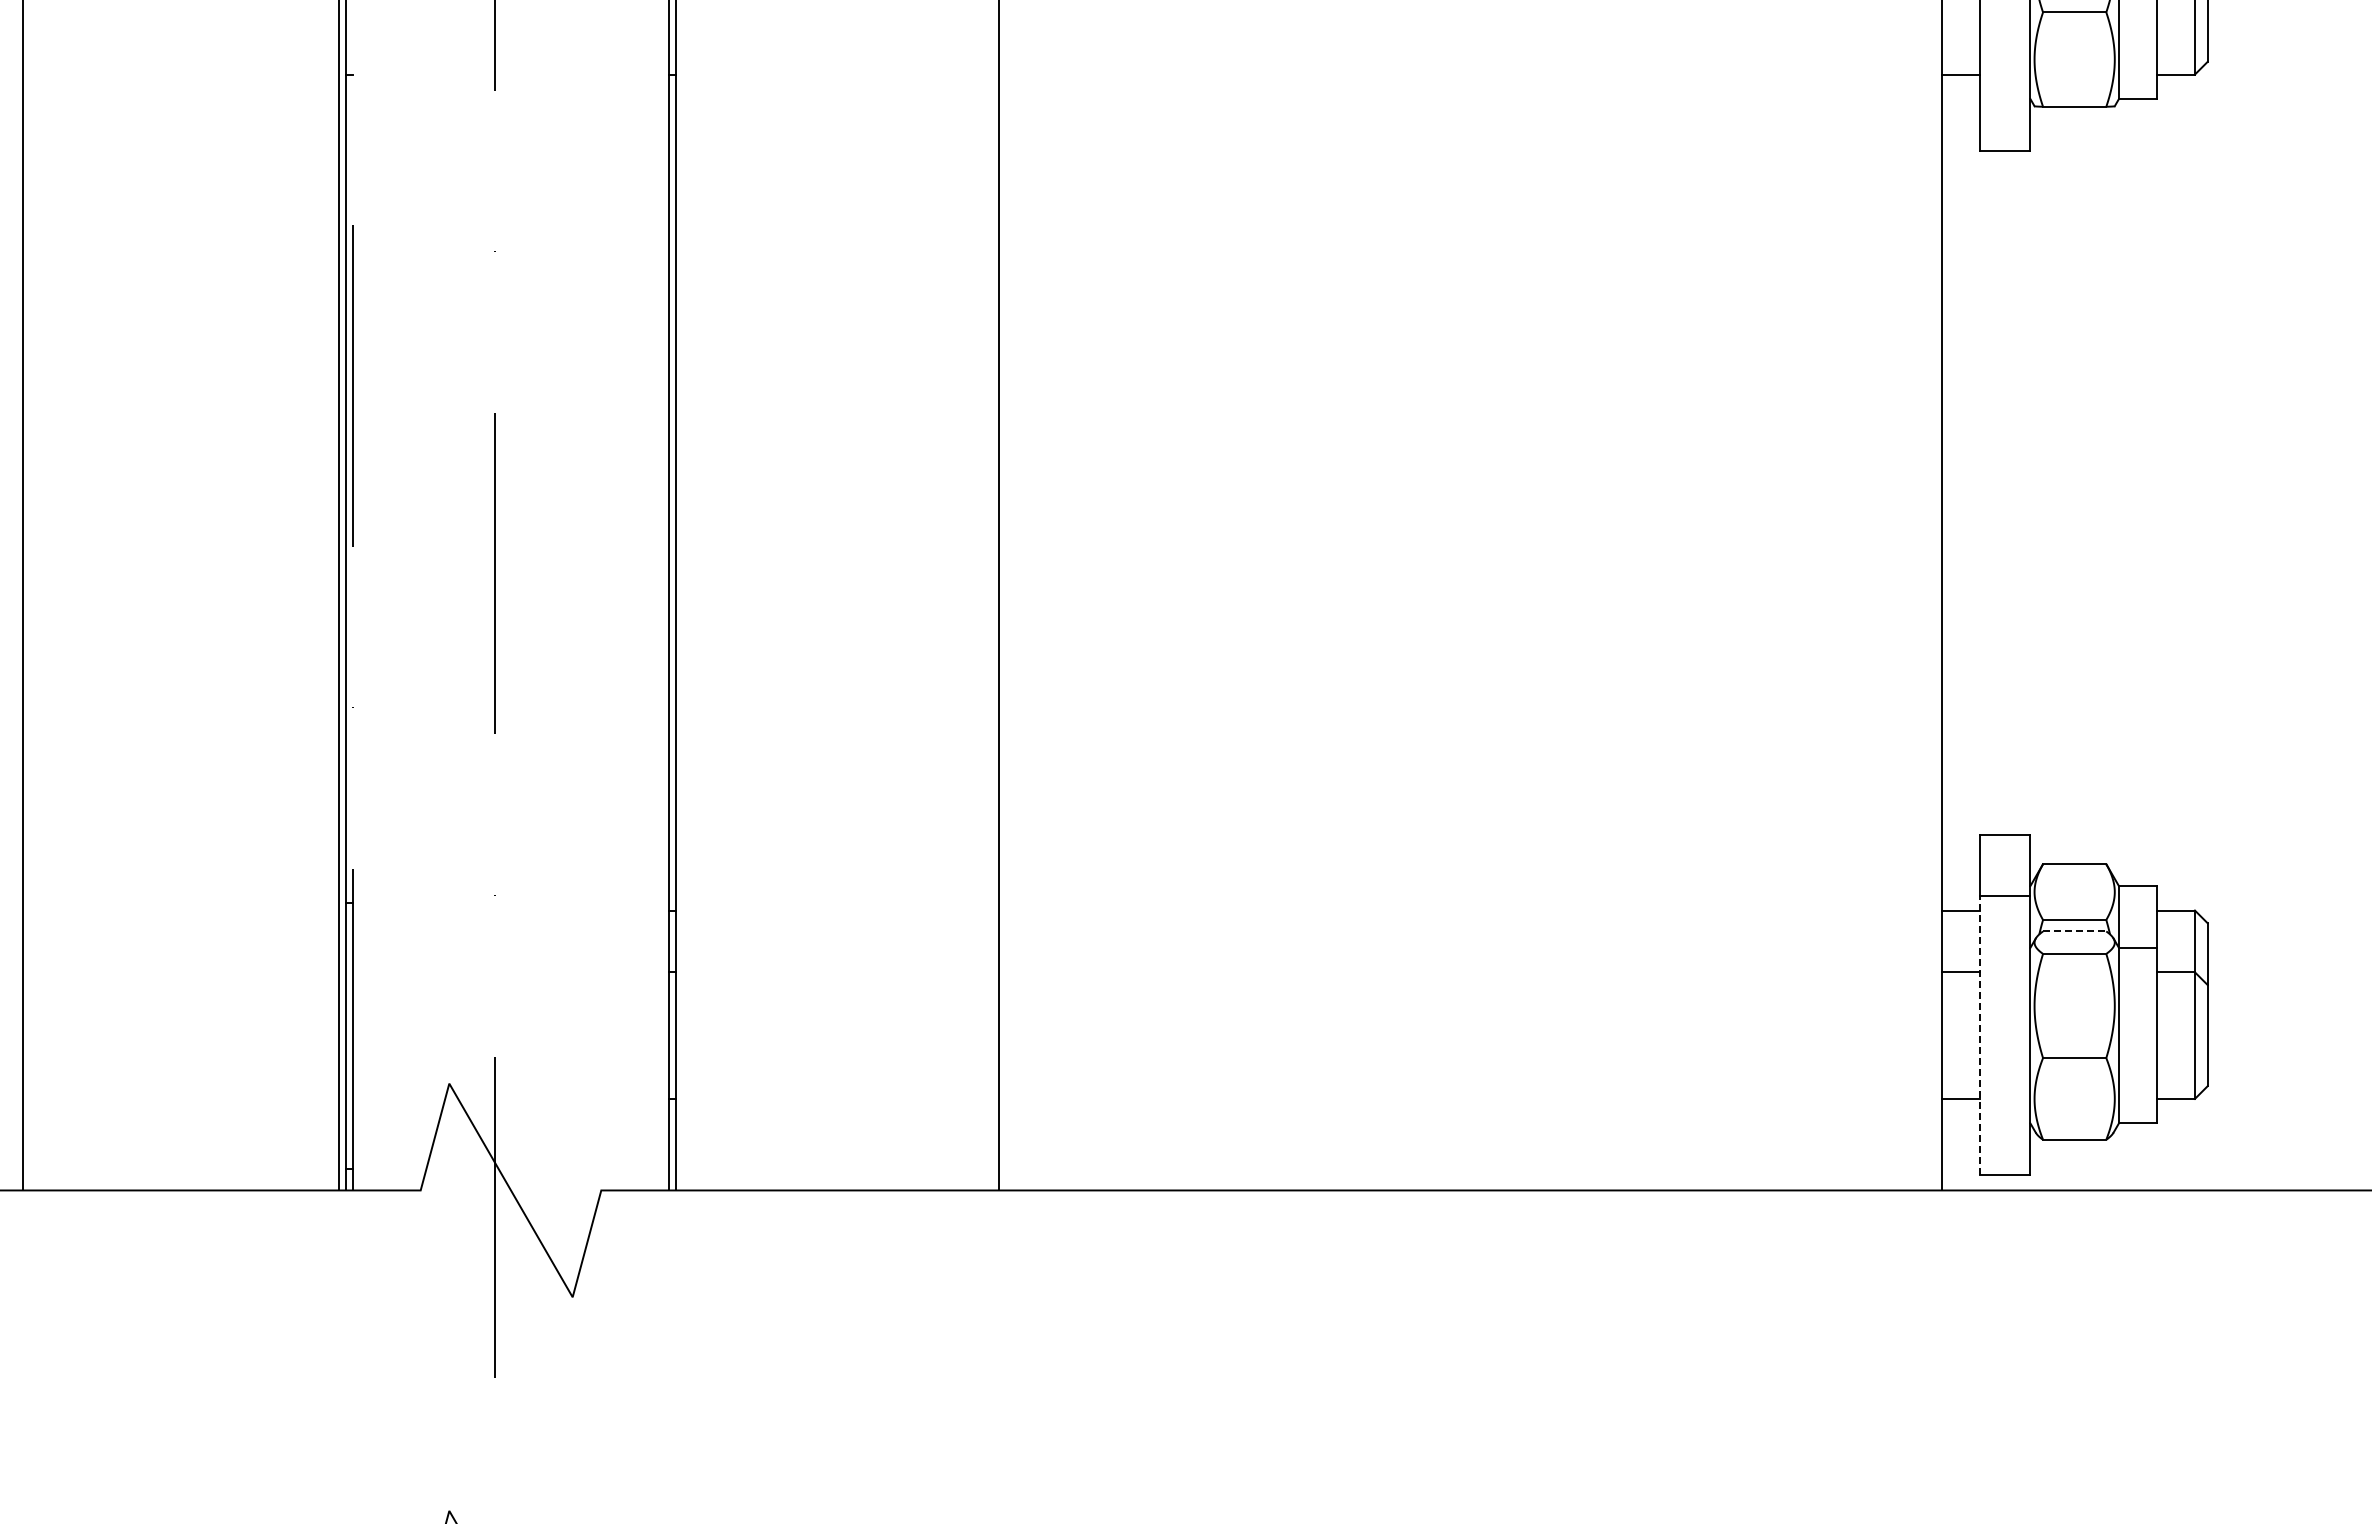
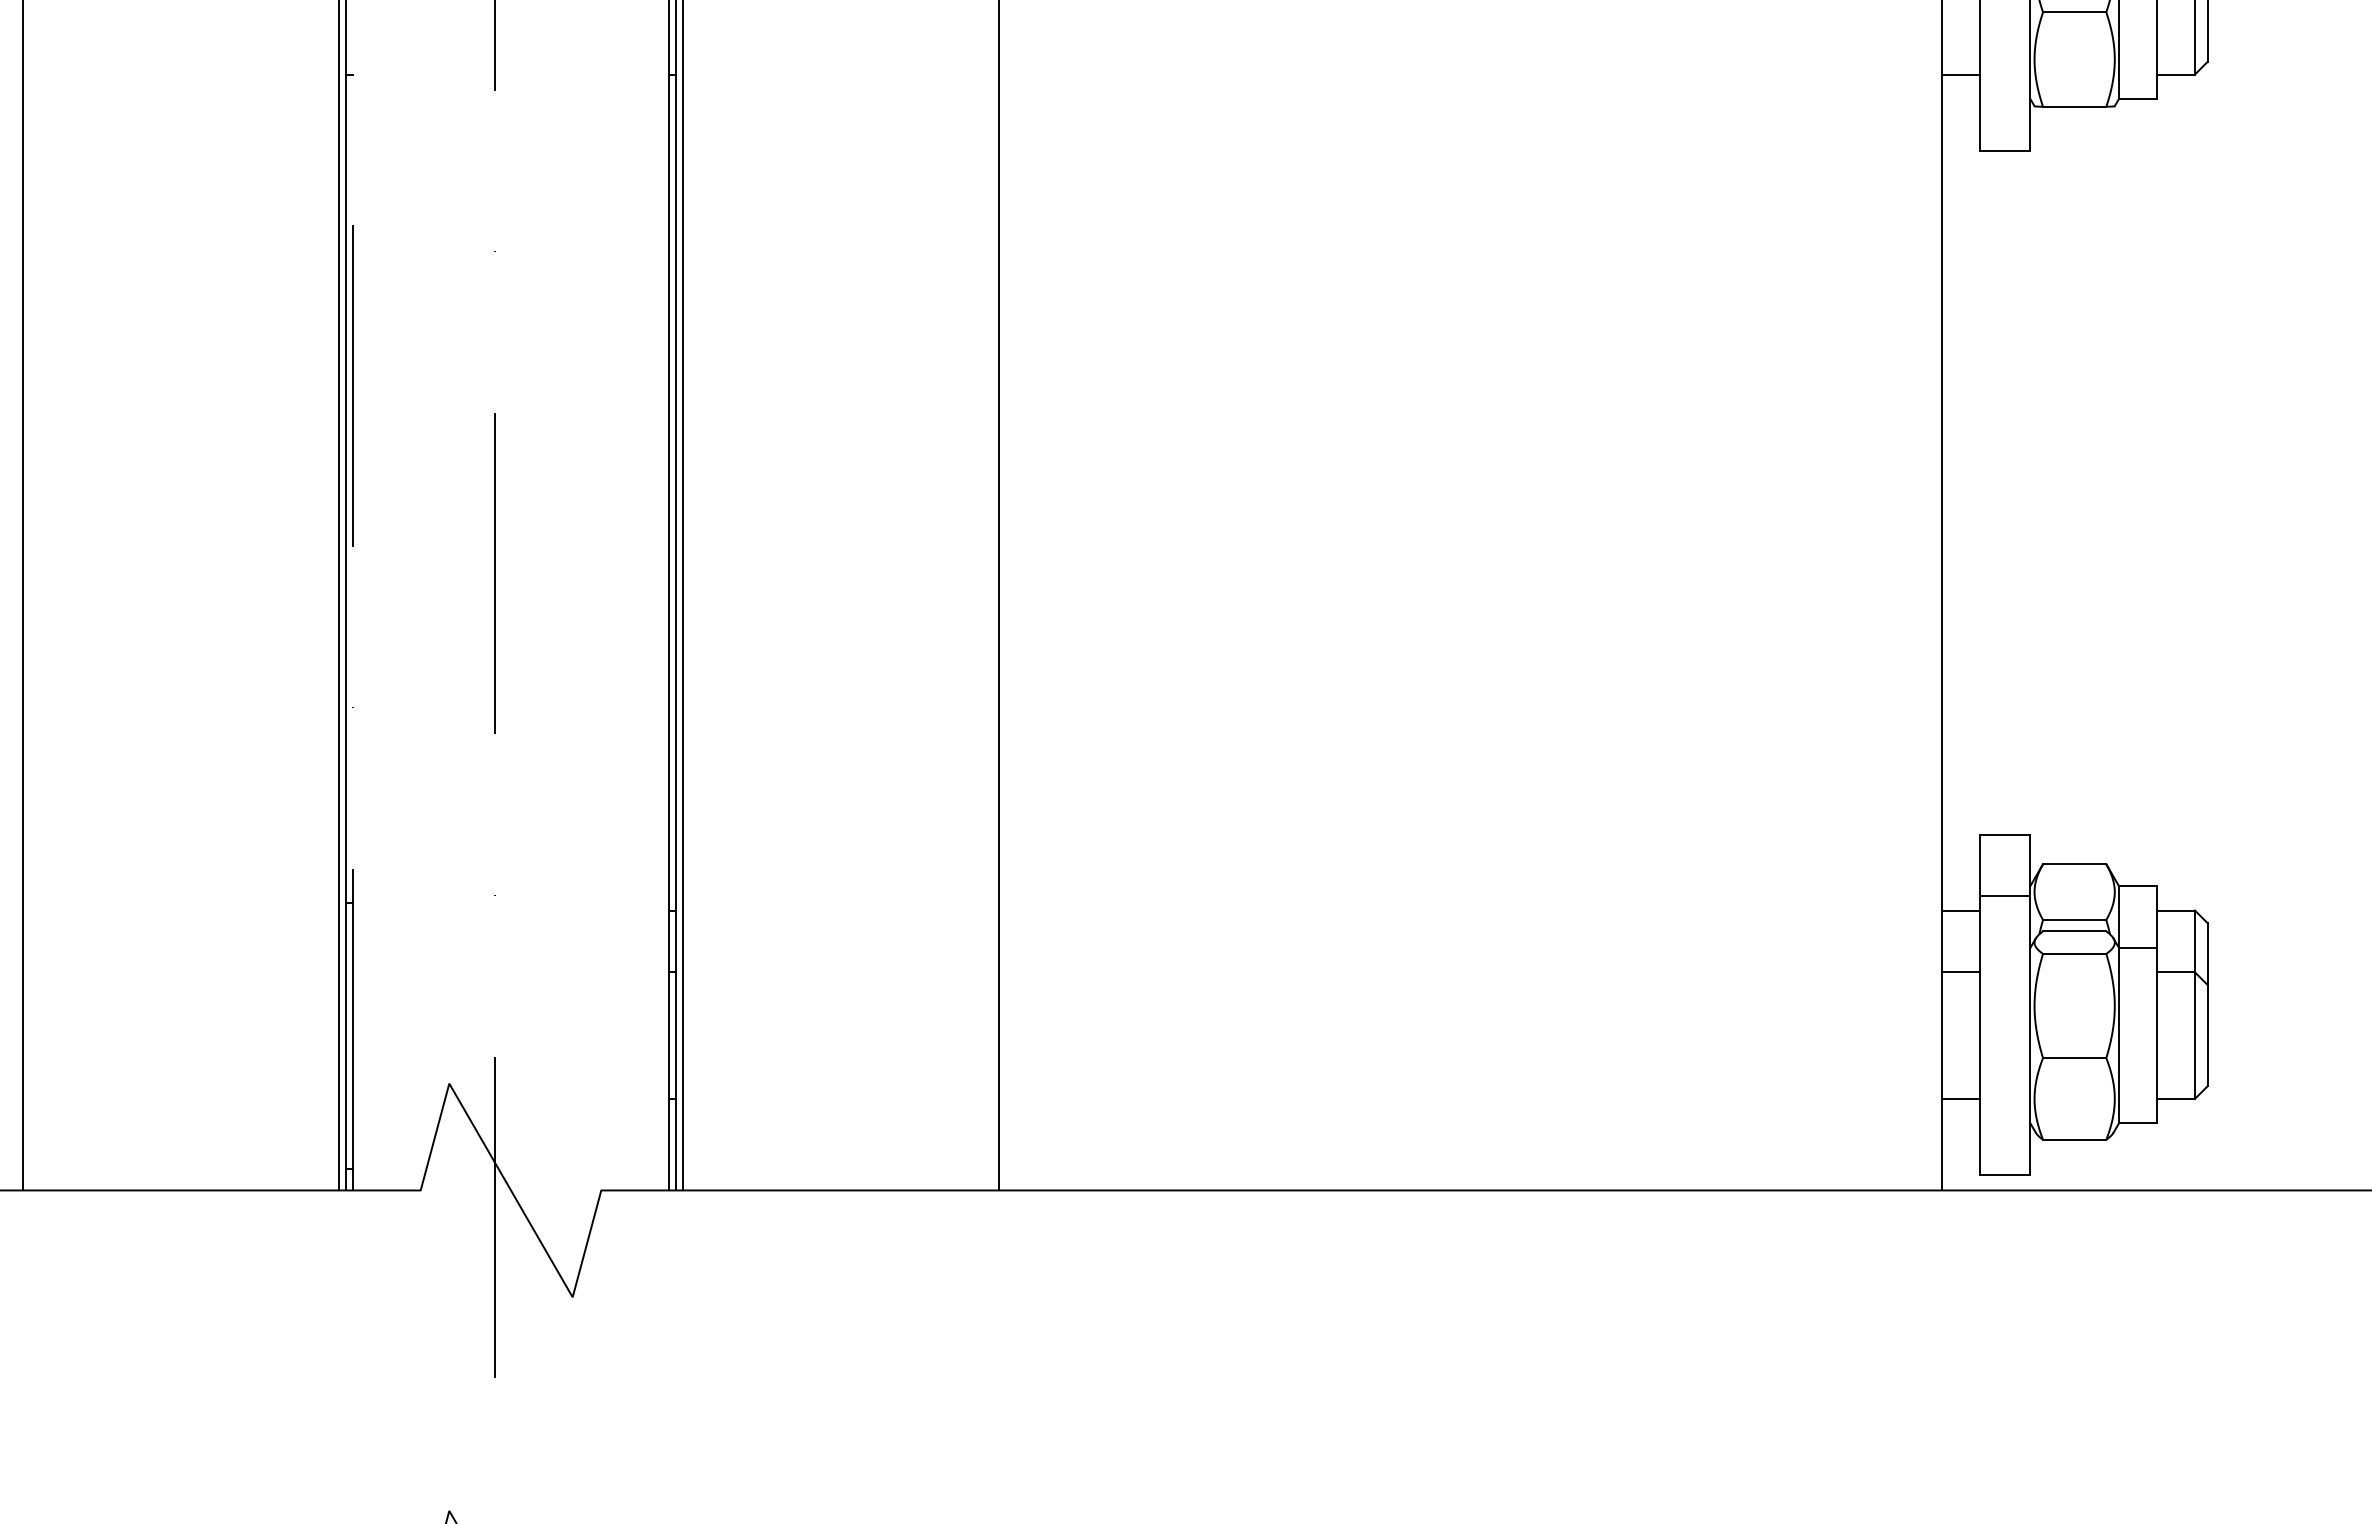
line at (682, 596): none -> present
line at (2074, 931): dashed -> solid
line at (1979, 1035): dashed -> solid
